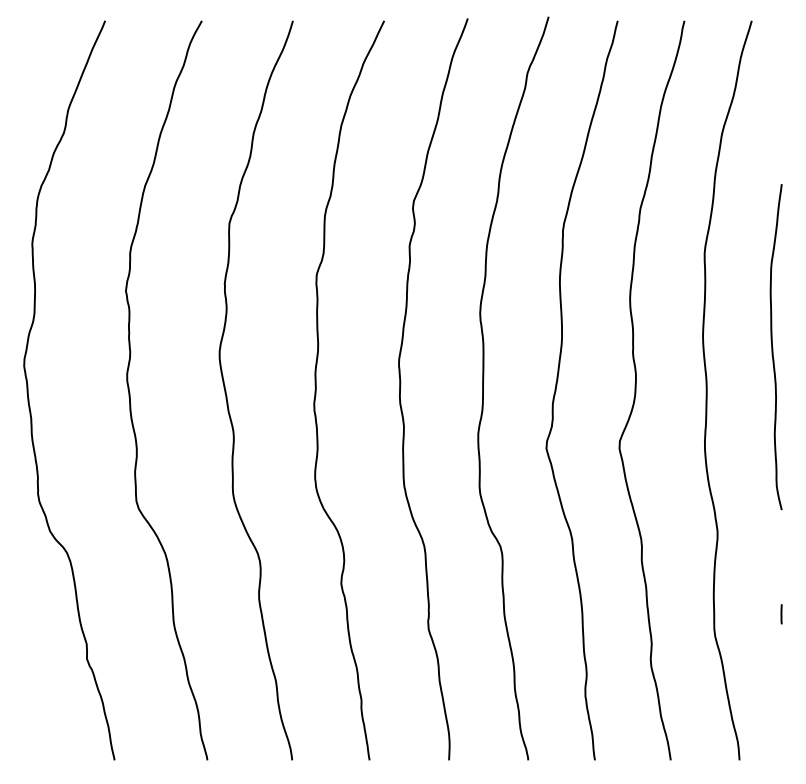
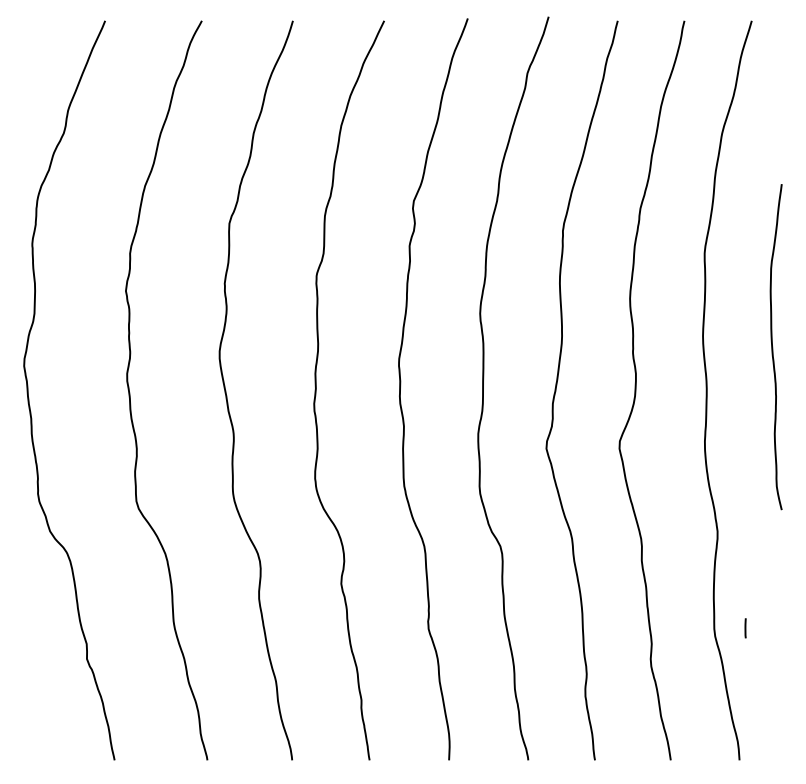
line at (781, 614) position: (781, 614) -> (745, 628)
